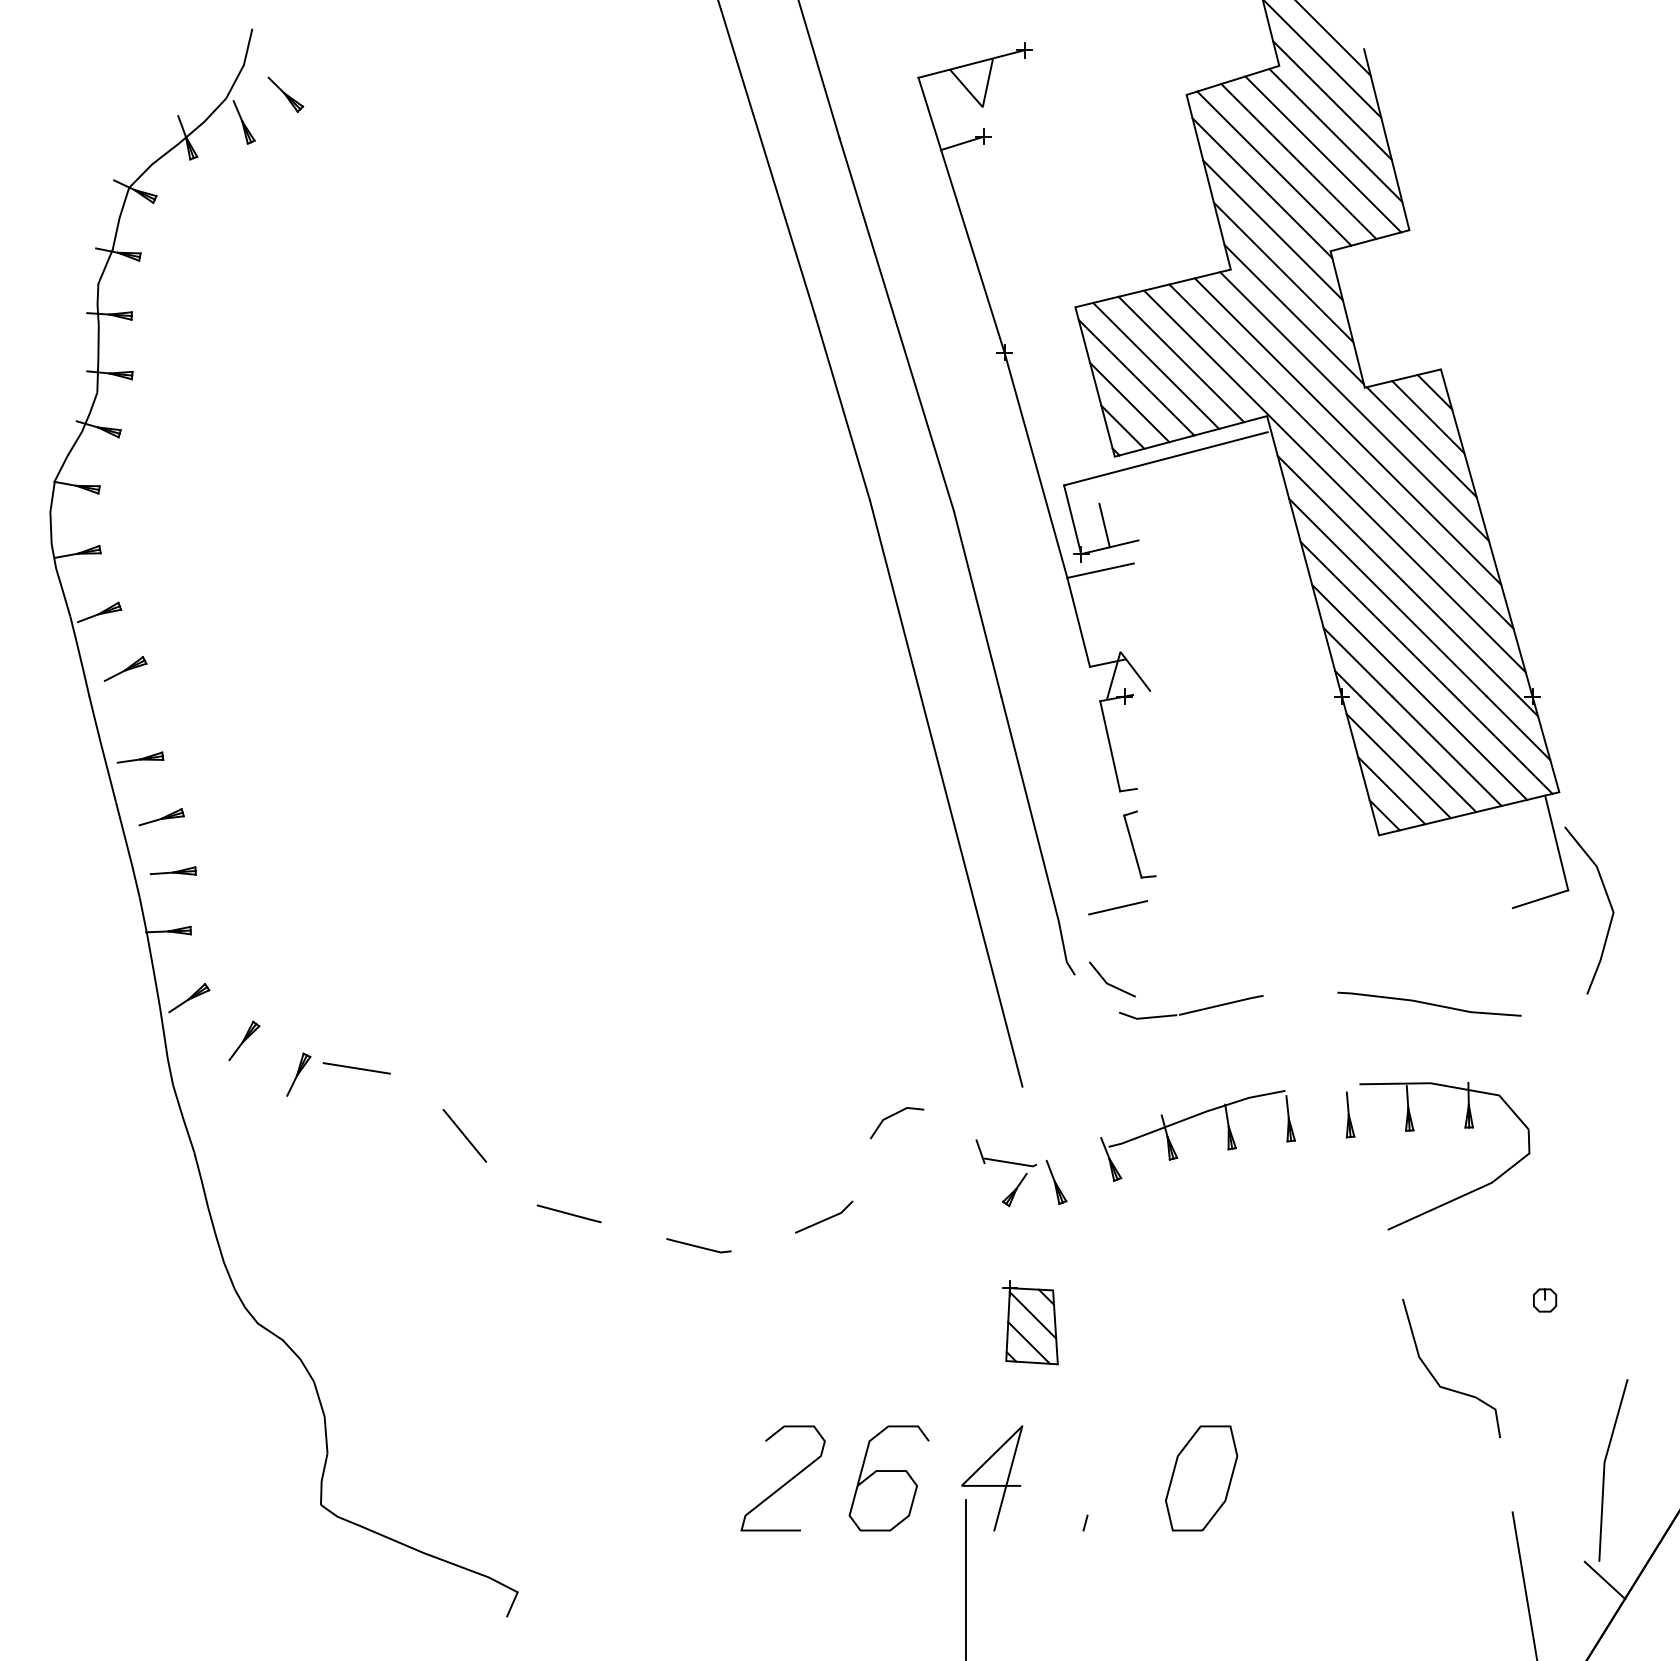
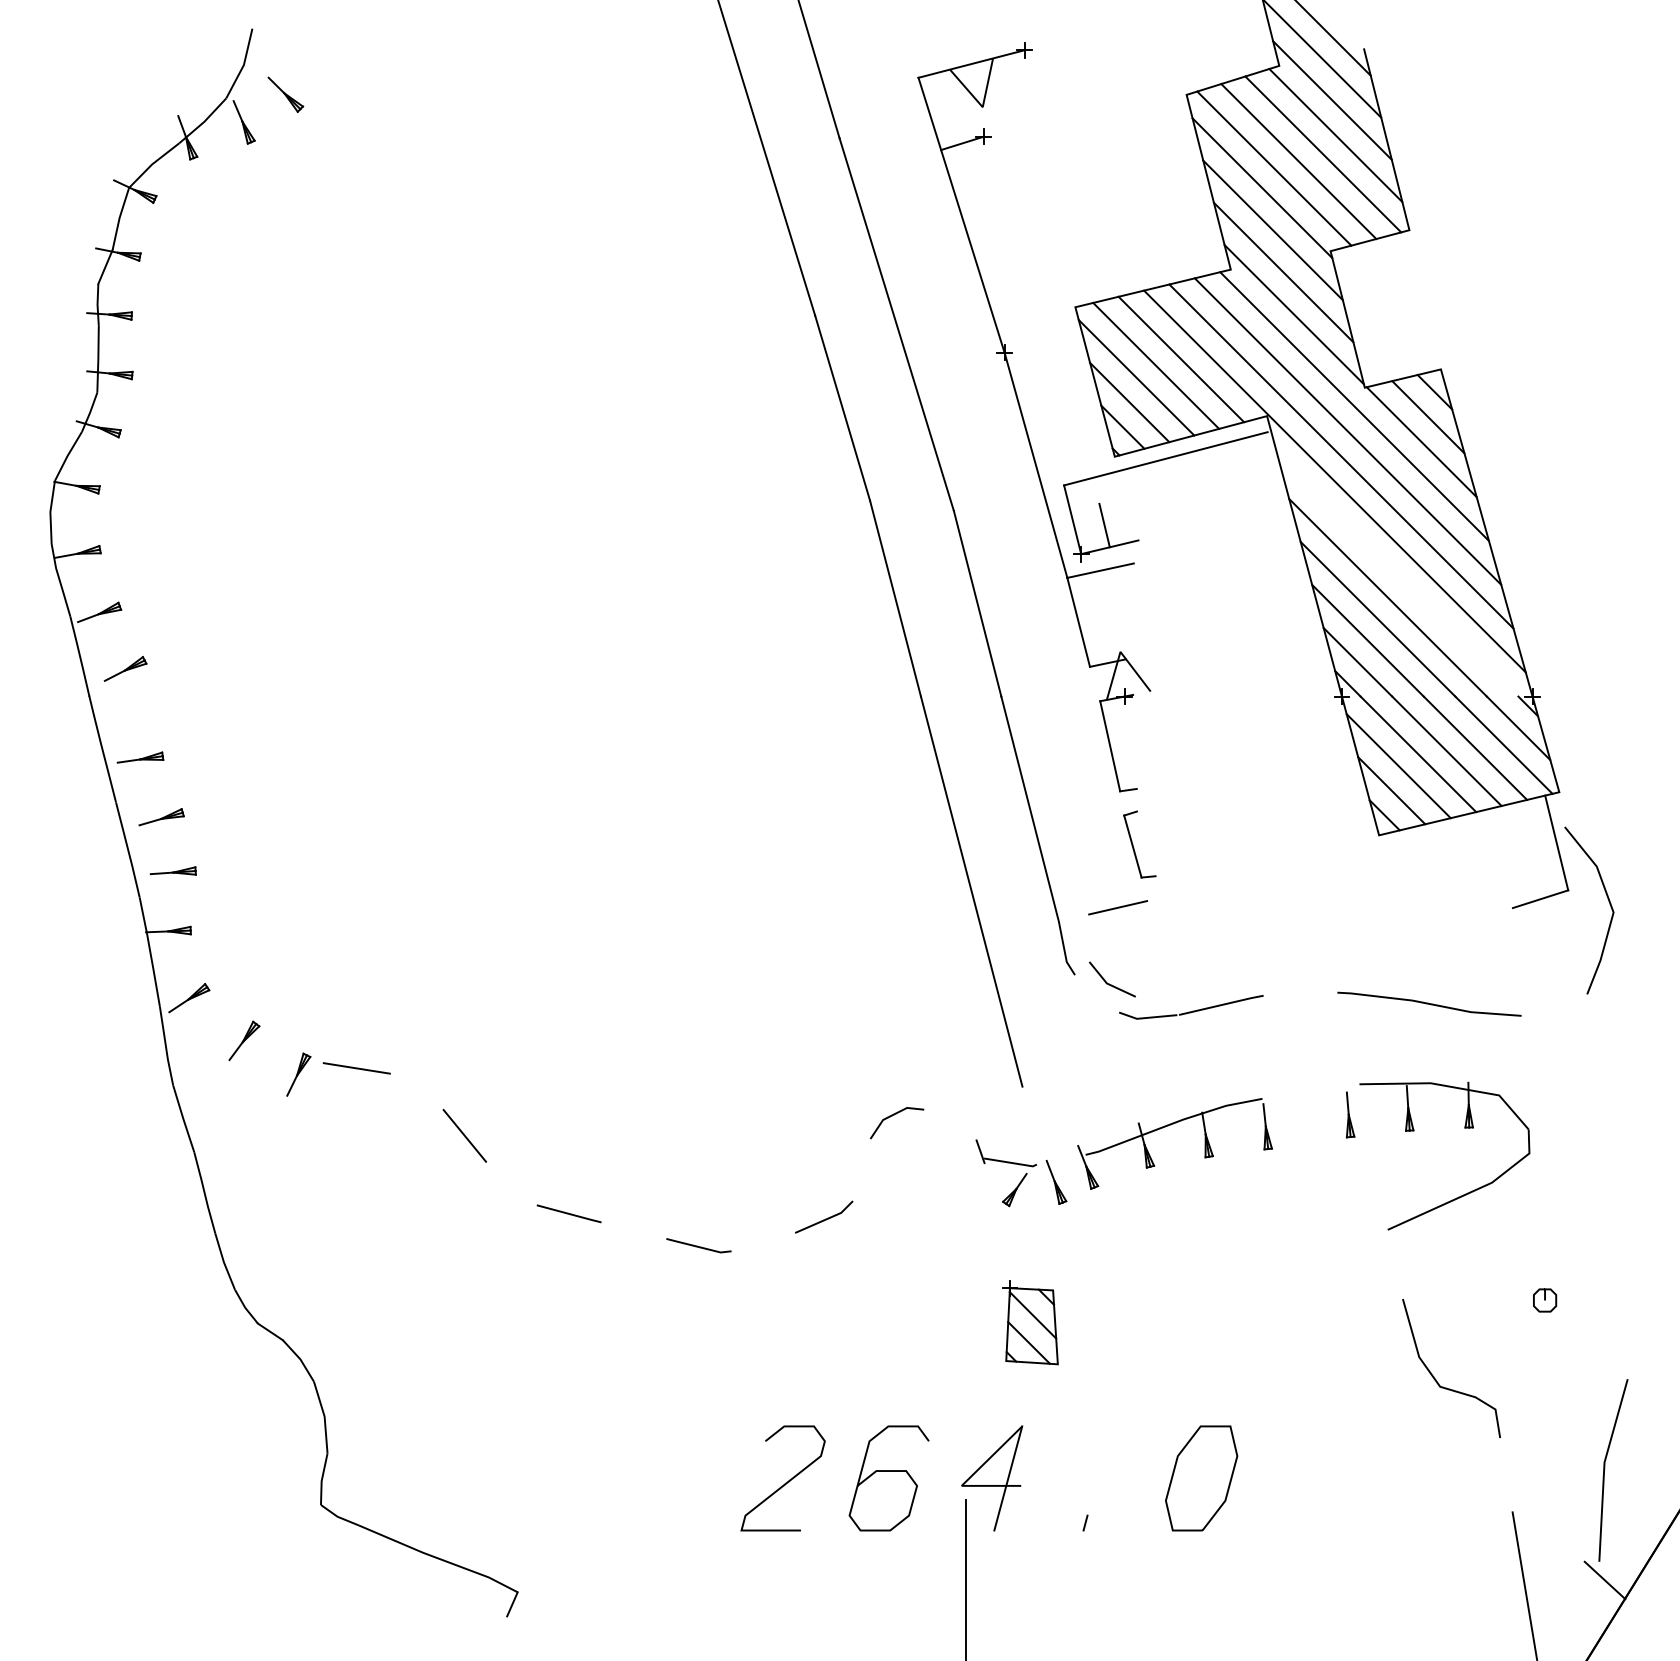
line at (1397, 575): present -> none
part at (1191, 1118) position: (1191, 1118) -> (1168, 1126)
